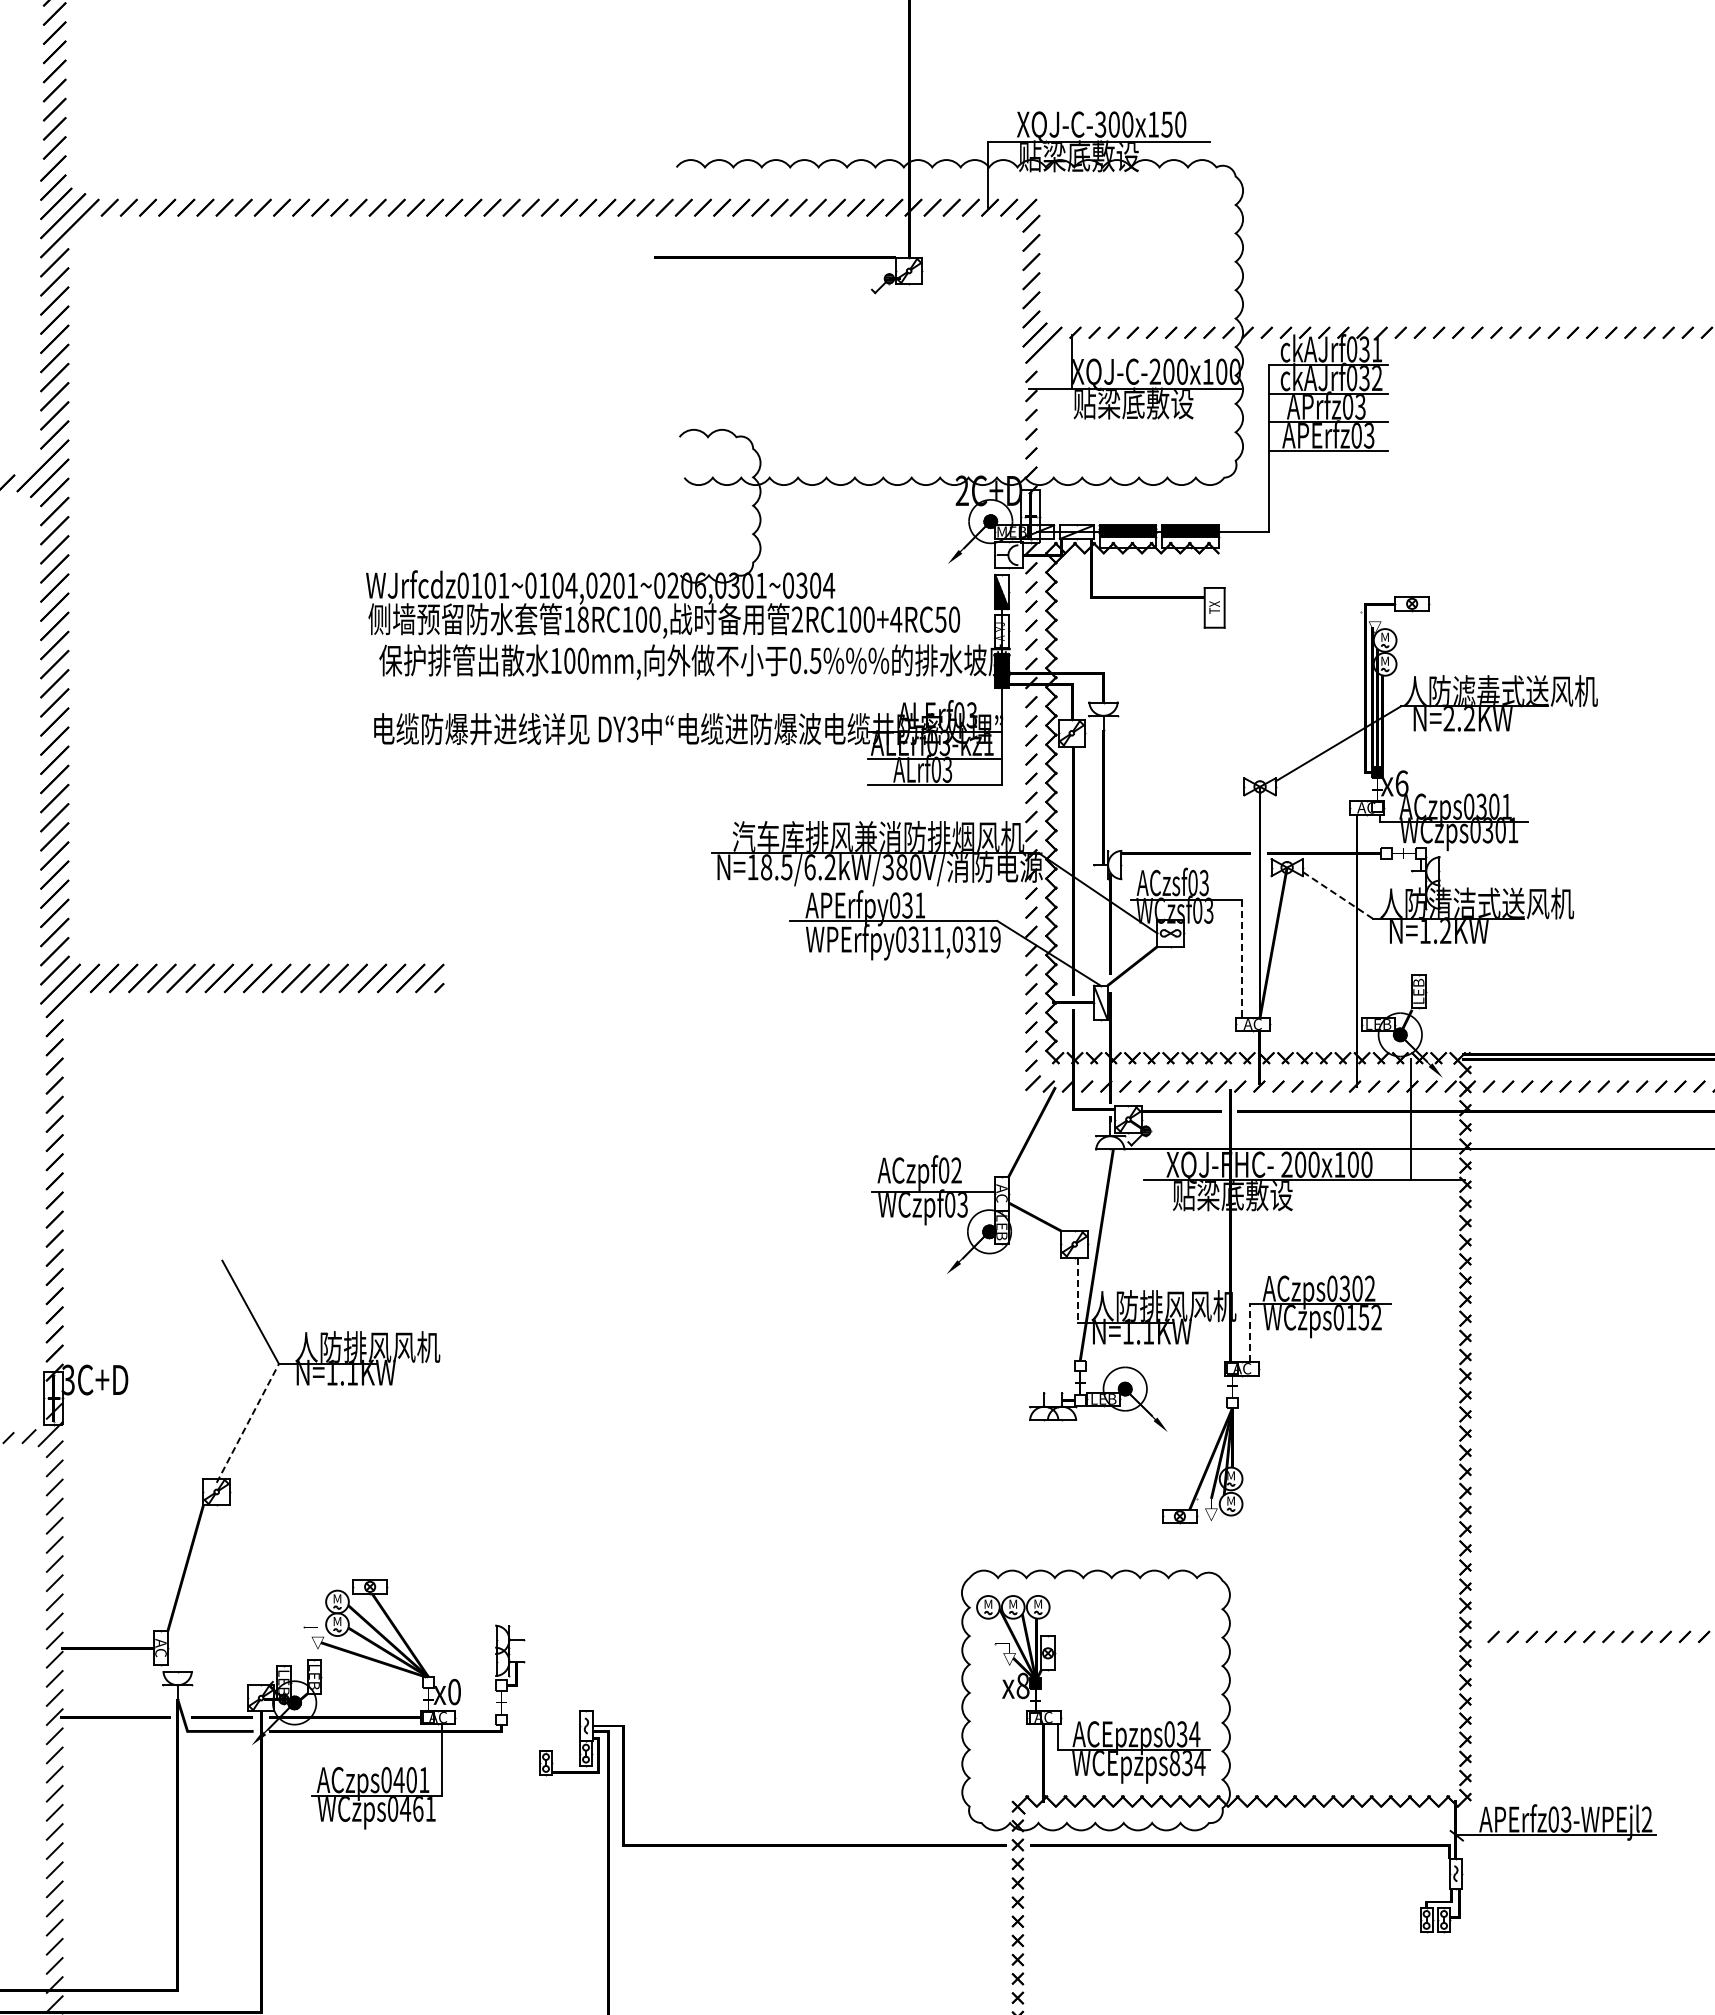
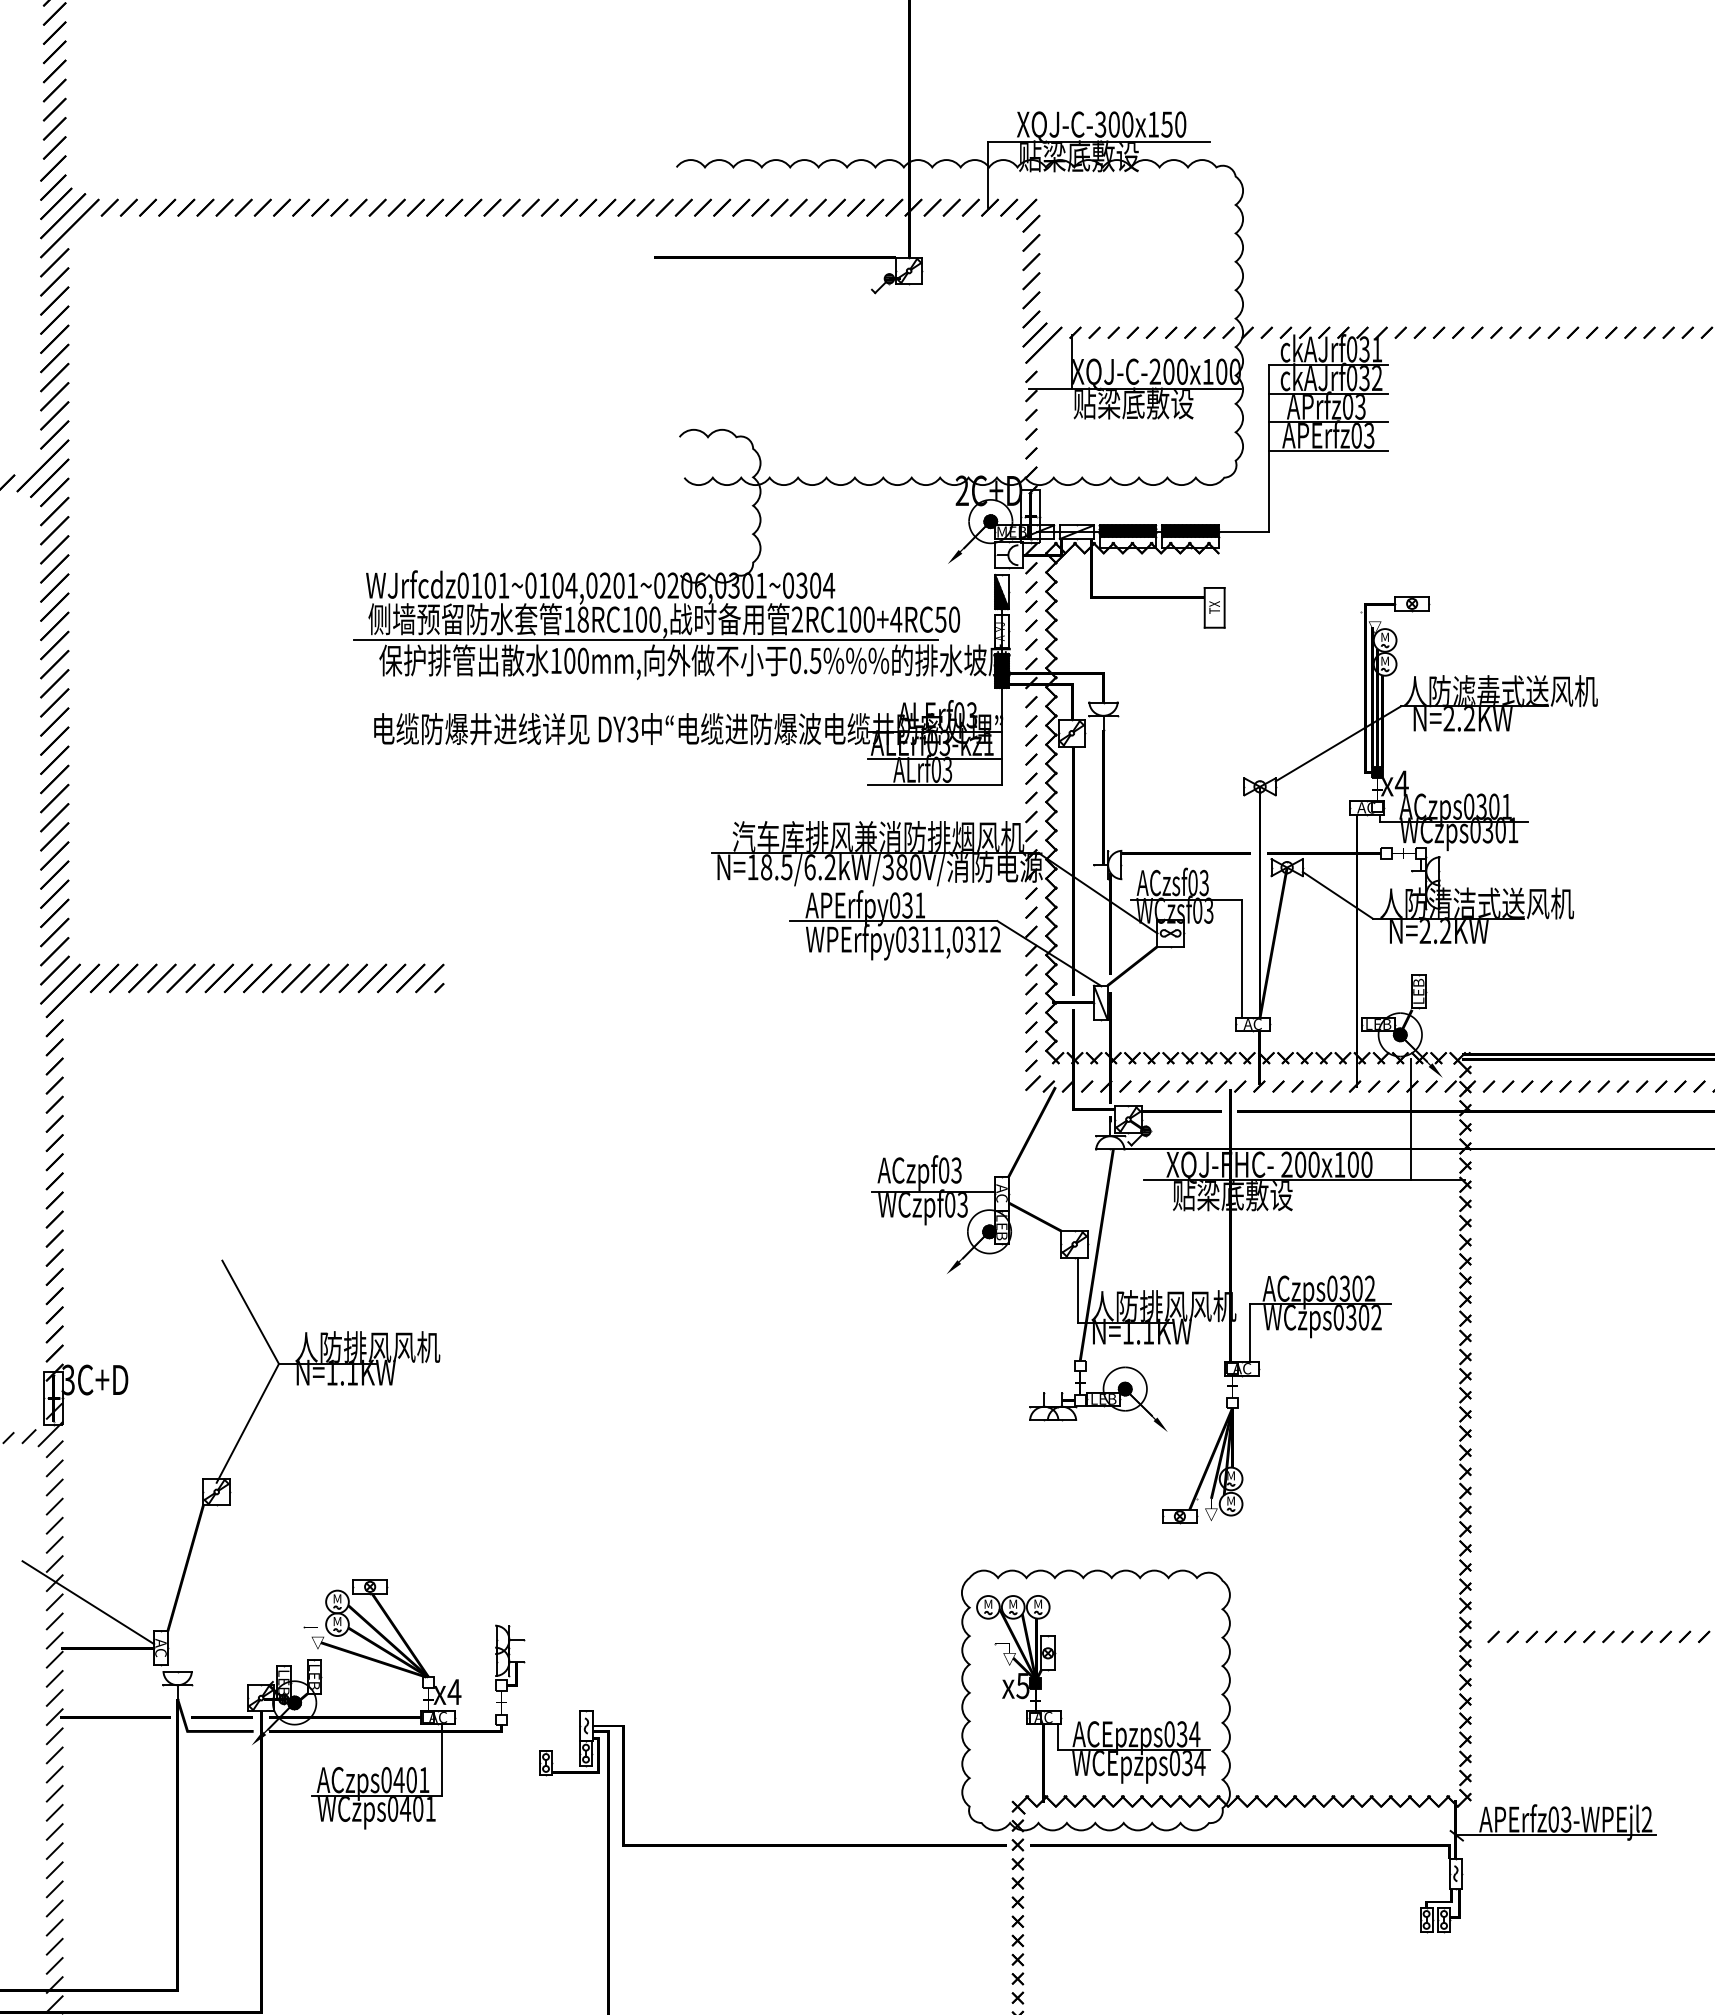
line at (645, 640): none -> present
text at (1401, 783): x6 -> x4
line at (1337, 895): dashed -> solid
text at (1424, 930): N=1.2KW -> N=2.2KW
text at (995, 939): WPErfpy0311,0319 -> WPErfpy0311,0312
line at (1241, 958): dashed -> solid
text at (956, 1170): ACzpf02 -> ACzpf03
line at (1078, 1290): dashed -> solid
text at (1357, 1317): WCzps0152 -> WCzps0302
line at (1250, 1333): dashed -> solid
line at (248, 1422): dashed -> solid
line at (88, 1602): none -> present
text at (1022, 1685): x8 -> x5
text at (454, 1691): x0 -> x4
text at (1174, 1763): WCEpzps834 -> WCEpzps034
text at (418, 1809): WCzps0461 -> WCzps0401
